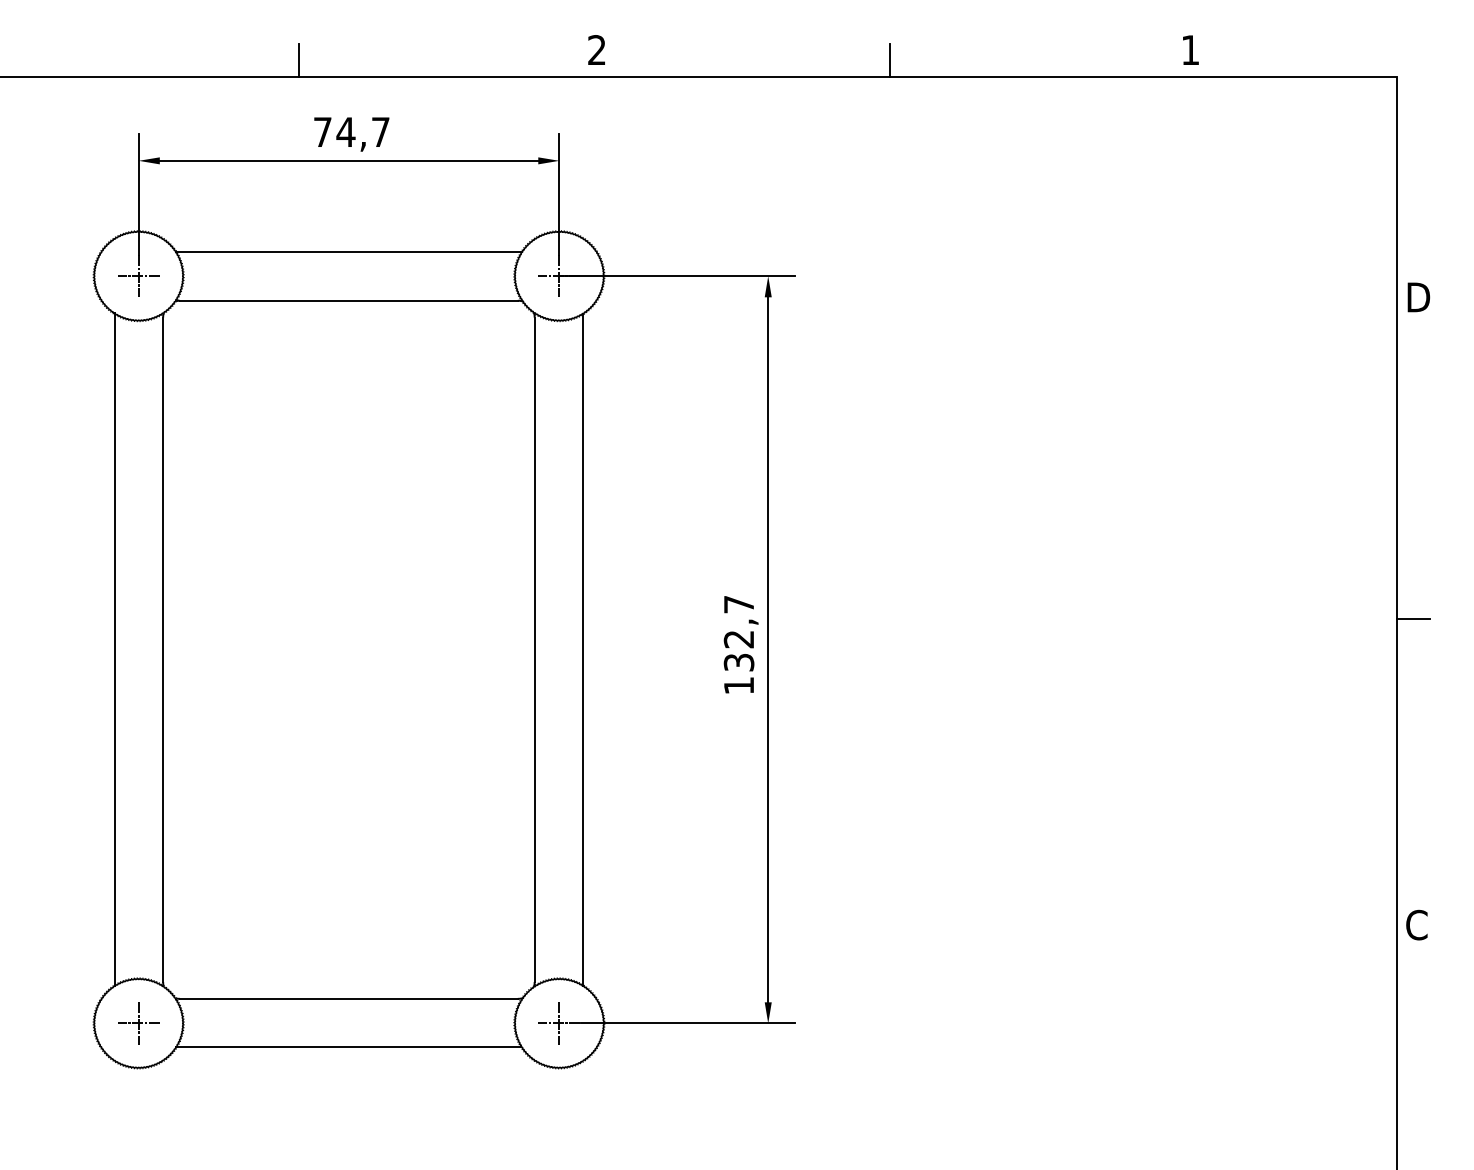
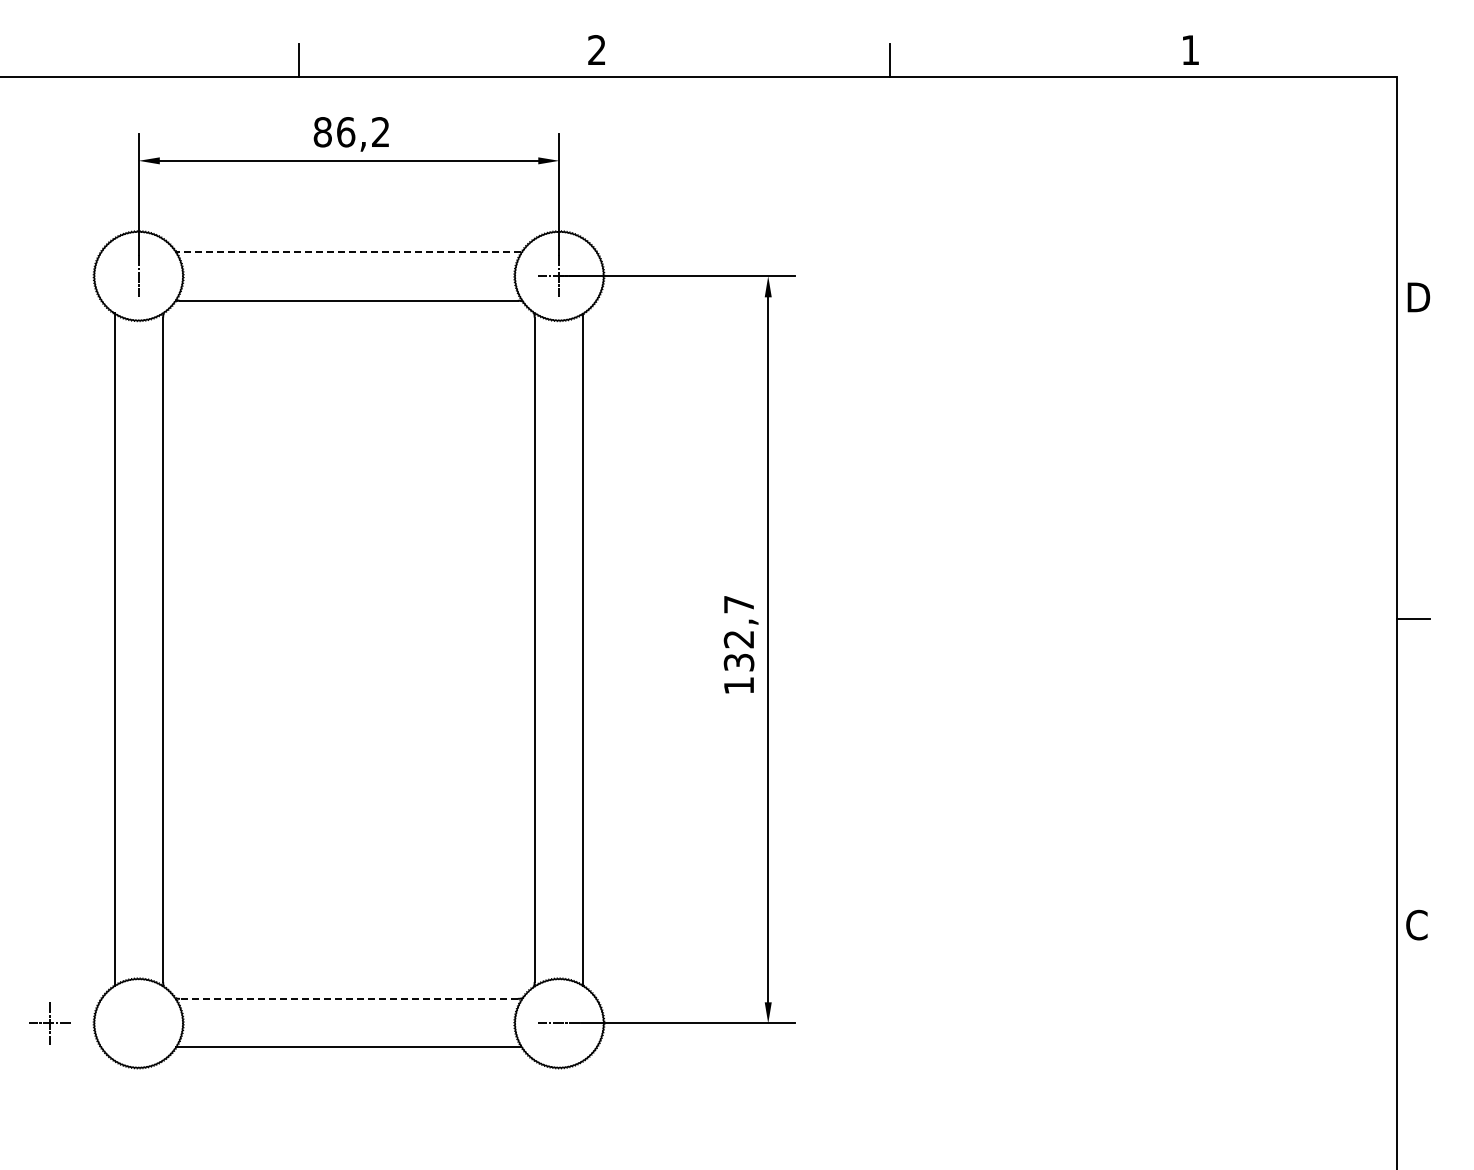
text at (351, 132): 74,7 -> 86,2
line at (348, 252): solid -> dashed
line at (138, 276): present -> none
line at (348, 998): solid -> dashed
part at (138, 1023) position: (138, 1023) -> (49, 1023)
line at (559, 1023): present -> none
